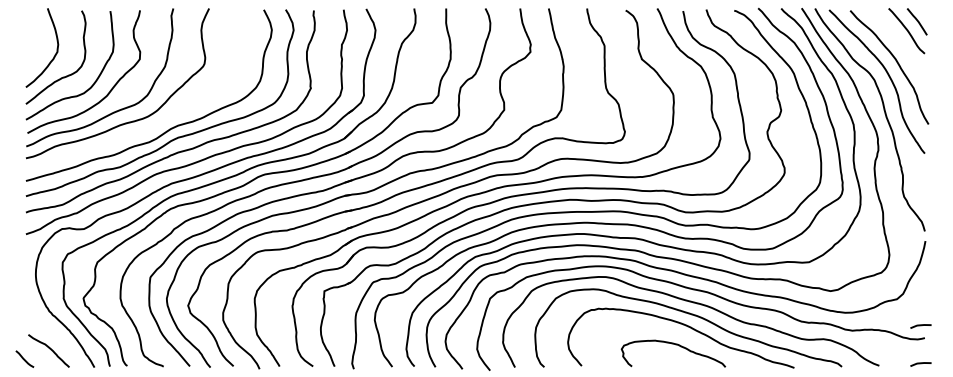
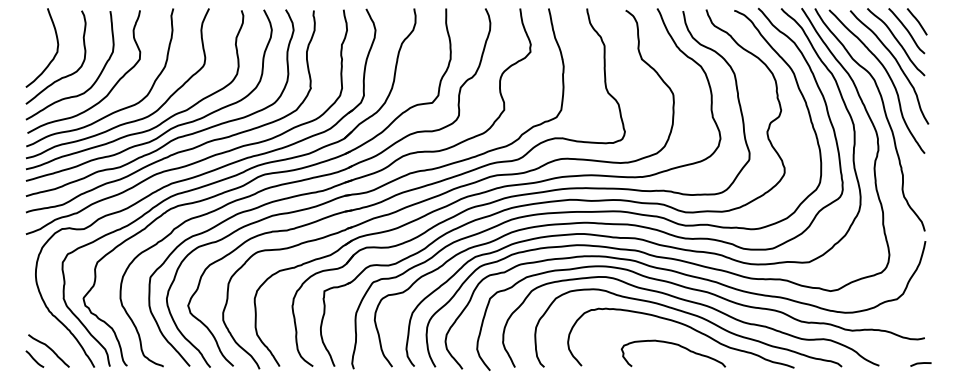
curve at (896, 41): none -> present
curve at (154, 126): none -> present
line at (920, 326): present -> none
curve at (24, 358) position: (24, 358) -> (34, 358)
